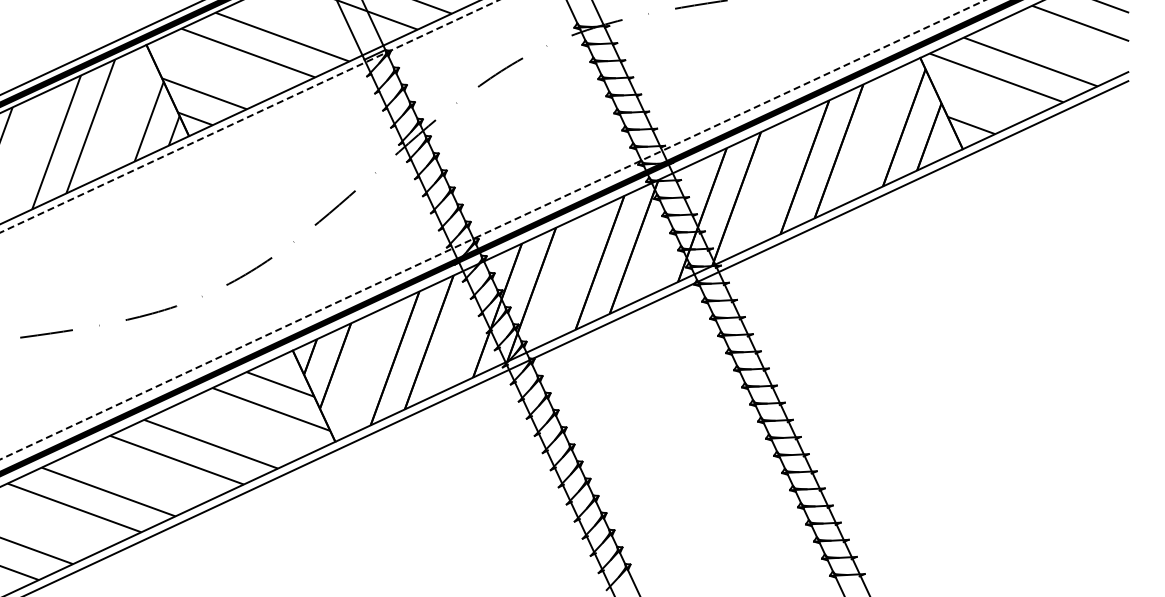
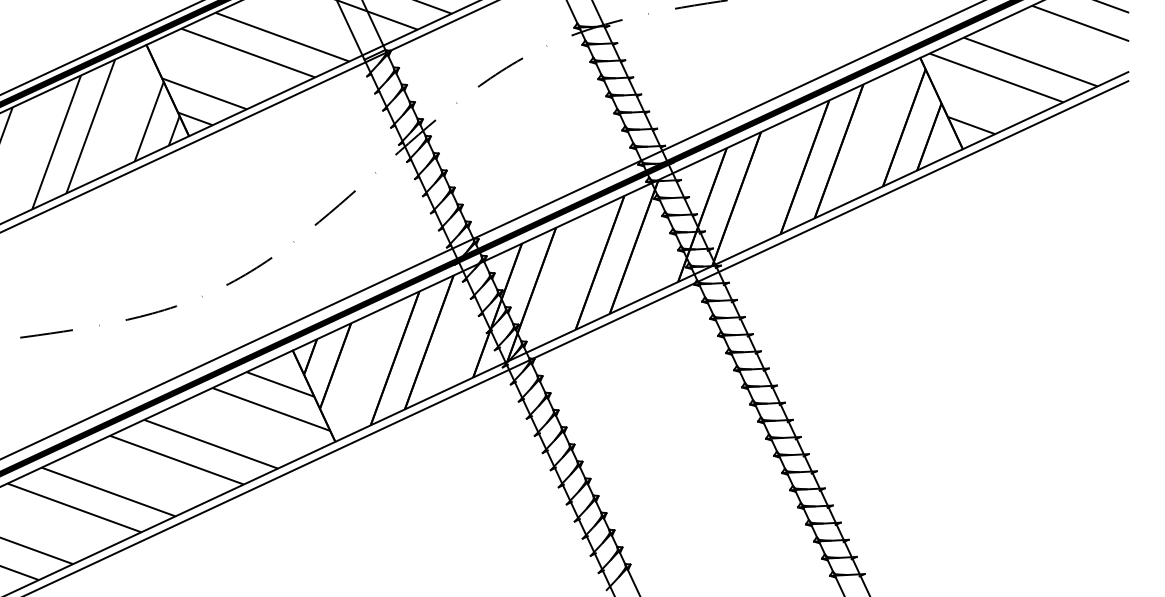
line at (249, 116): dashed -> solid
line at (492, 230): dashed -> solid
